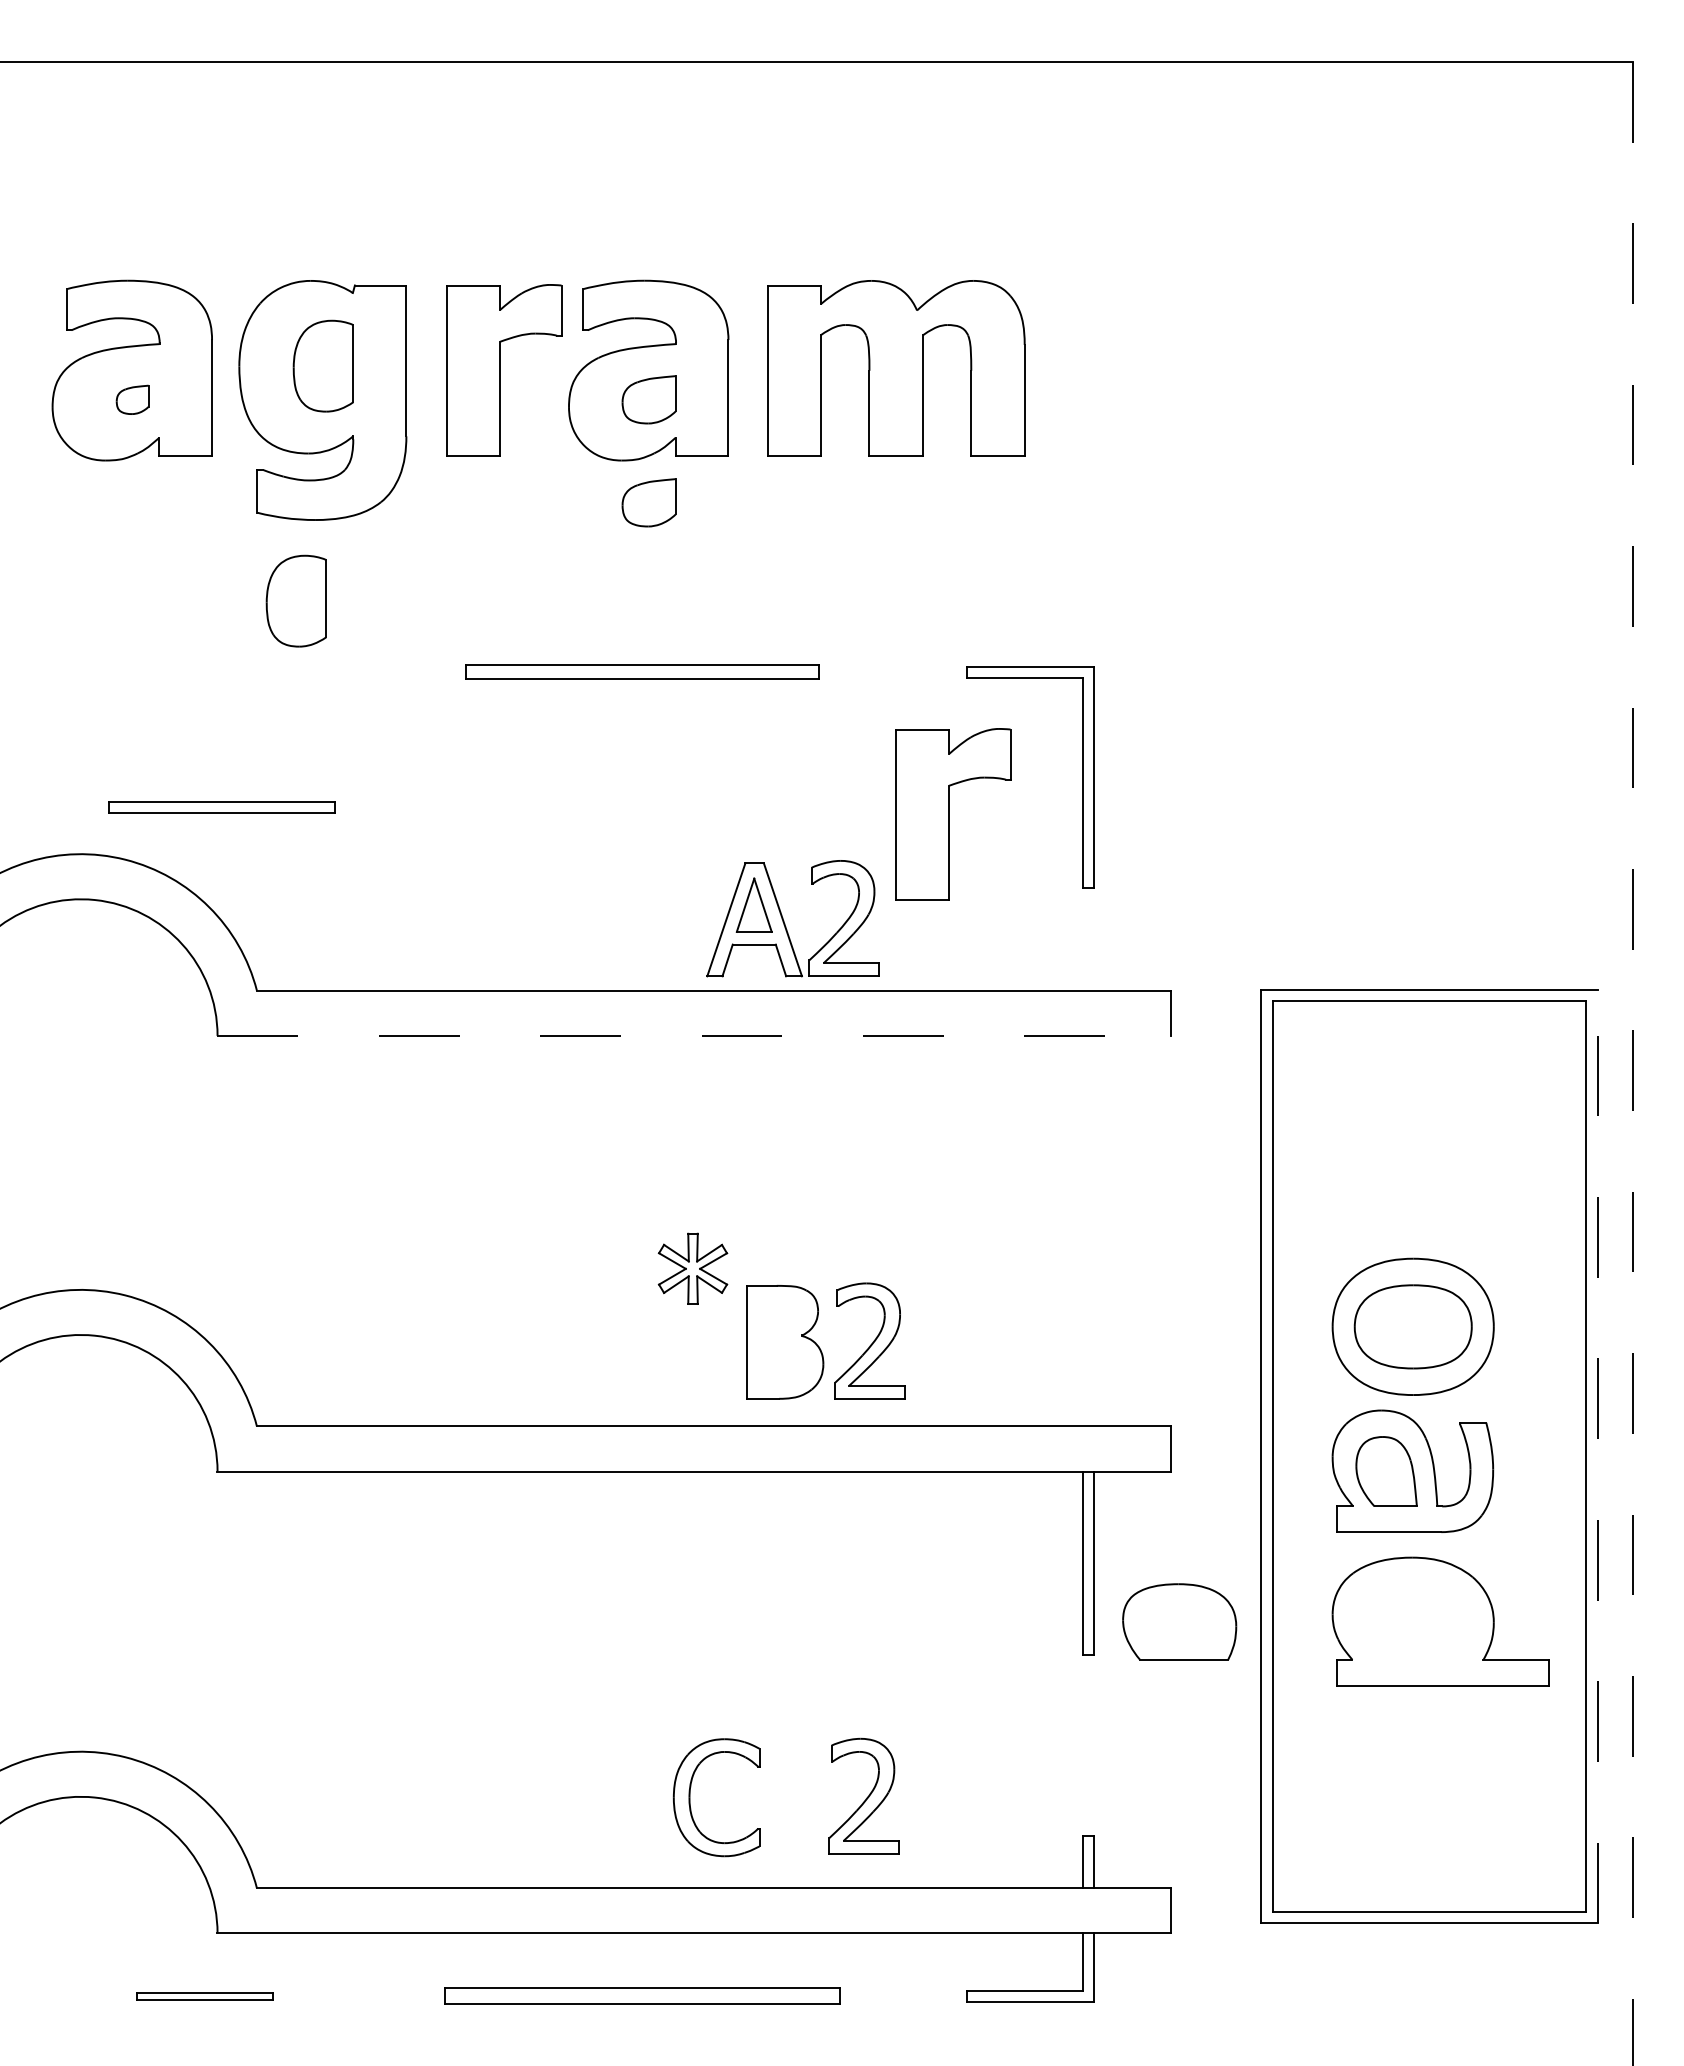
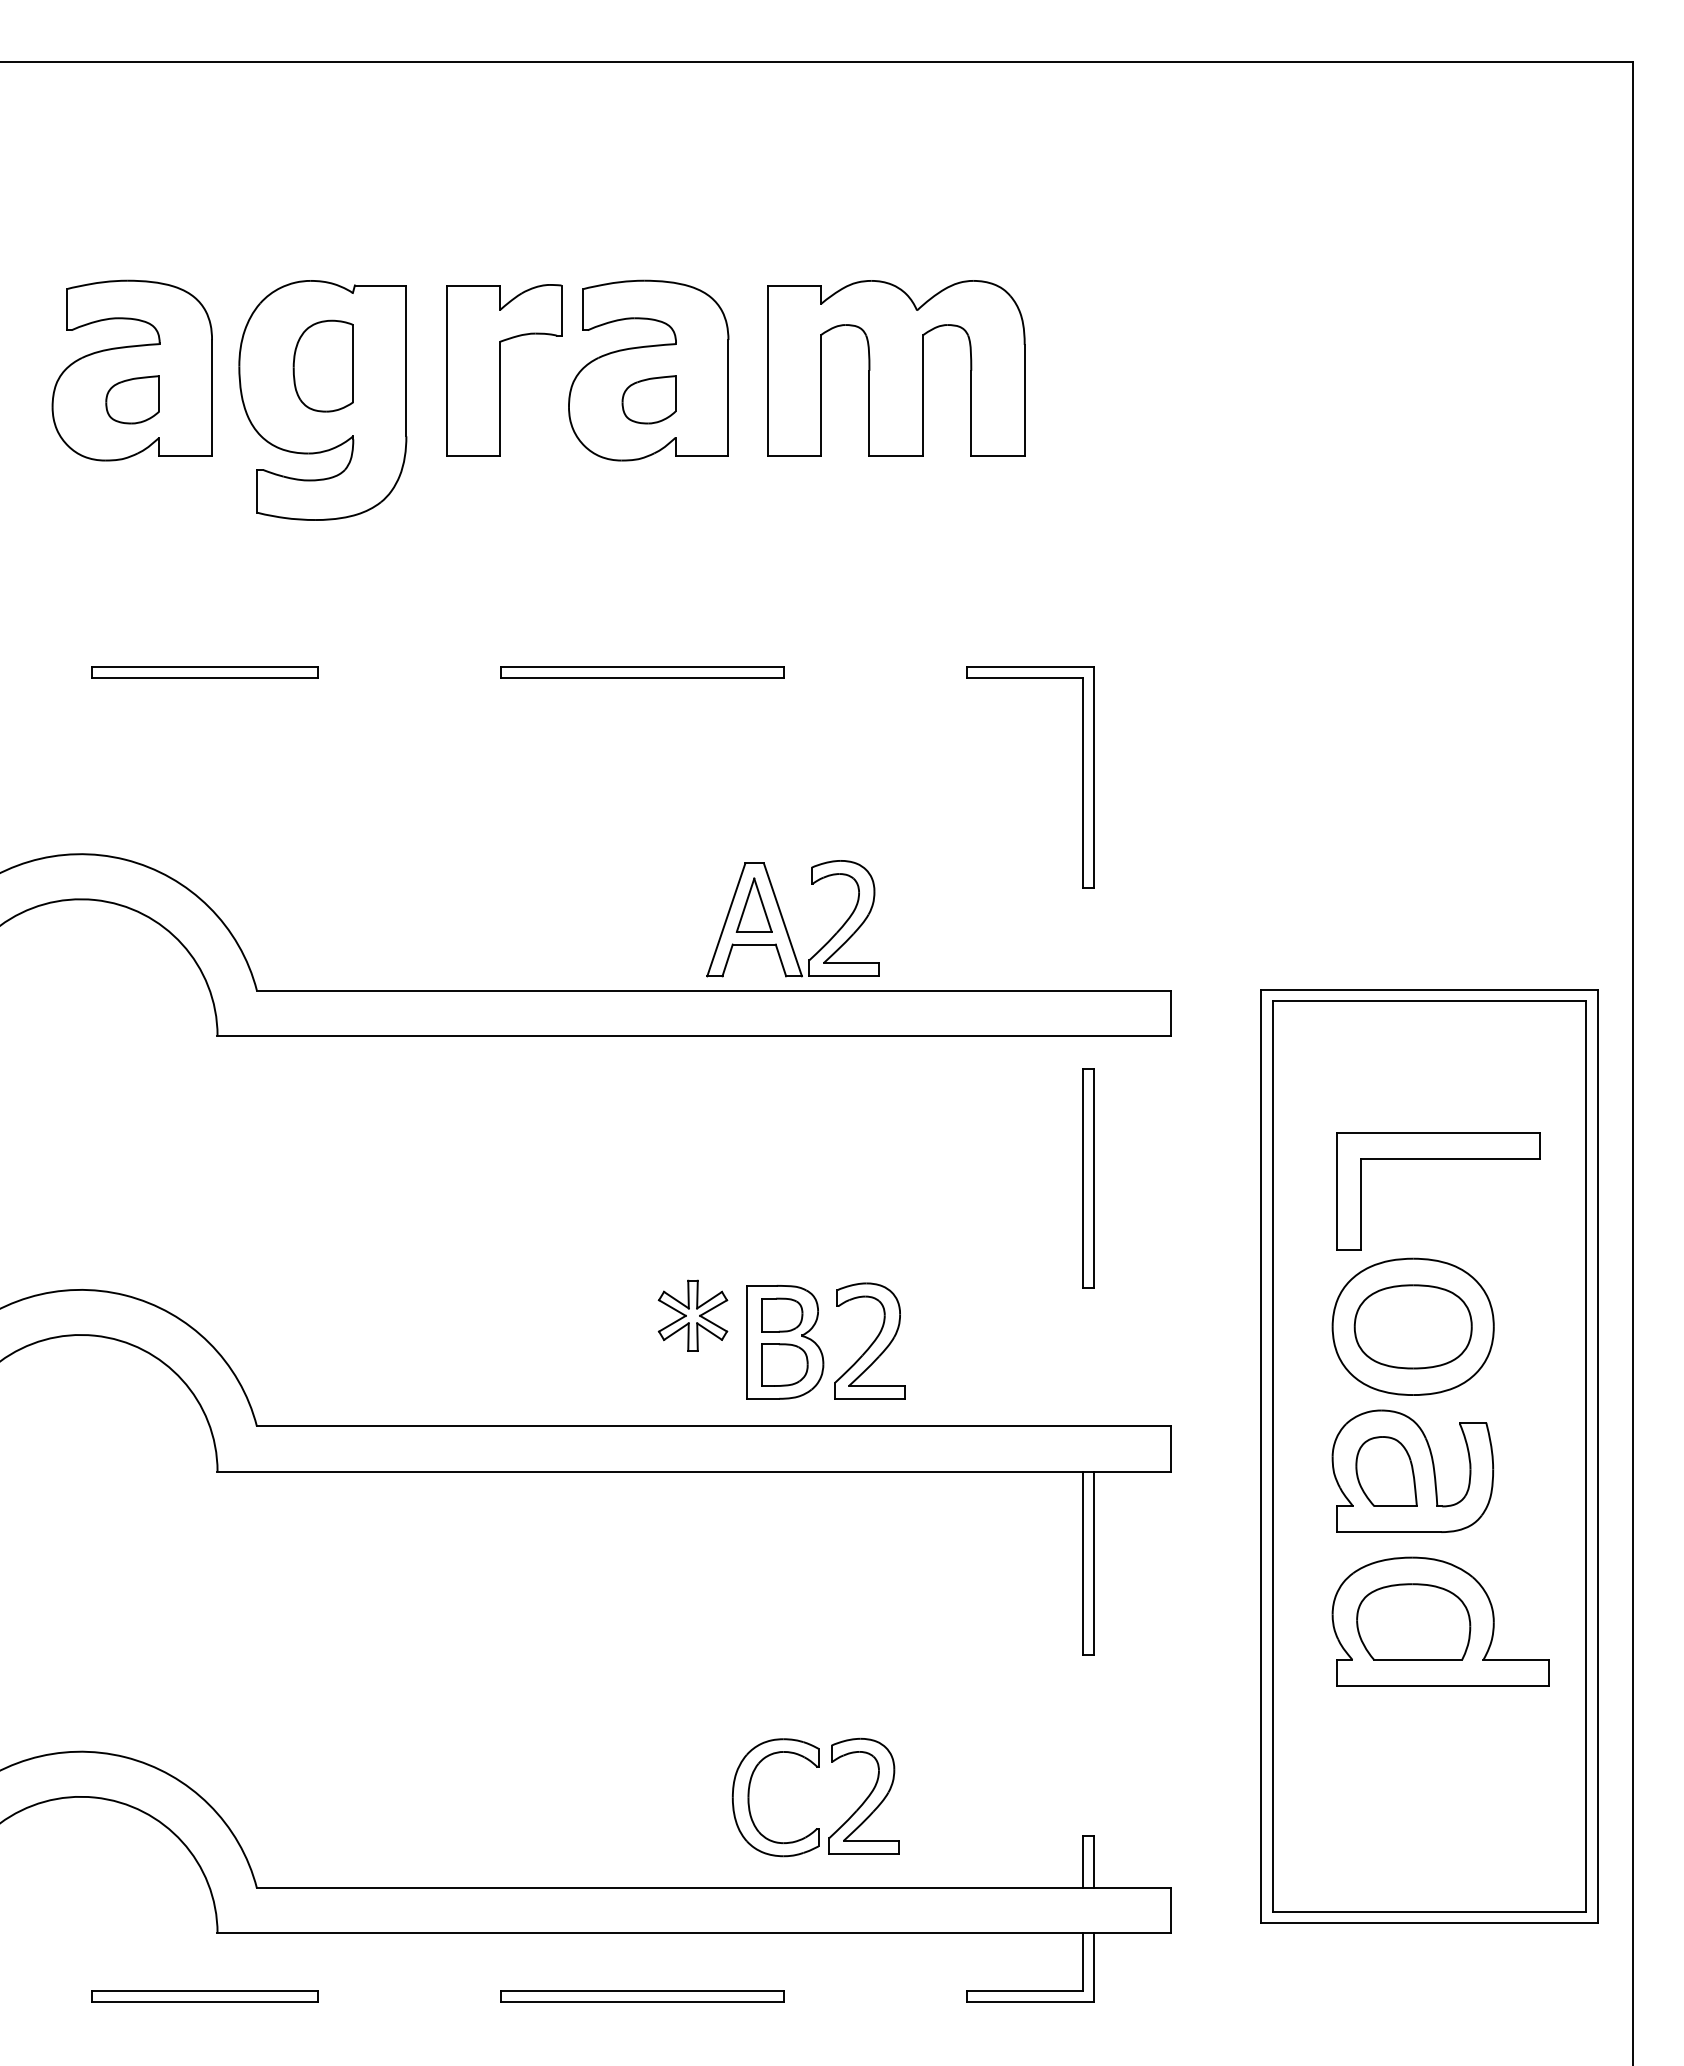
part at (132, 399) size: 35x31 px -> 55x50 px
part at (648, 502): present -> none
part at (295, 600): present -> none
part at (642, 671) size: 355x16 px -> 285x13 px
part at (221, 807) position: (221, 807) -> (204, 672)
part at (953, 814): present -> none
line at (694, 1035): dashed -> solid
line at (1633, 1063): dashed -> solid
part at (1438, 1159): none -> present
part at (1088, 1178): none -> present
part at (692, 1268) position: (692, 1268) -> (692, 1315)
part at (782, 1314): none -> present
part at (784, 1364): none -> present
line at (1597, 1456): dashed -> solid
part at (1179, 1621) position: (1179, 1621) -> (1413, 1621)
part at (690, 1797) position: (690, 1797) -> (749, 1797)
part at (642, 1995) size: 397x18 px -> 285x13 px
part at (204, 1996) size: 138x9 px -> 228x13 px
